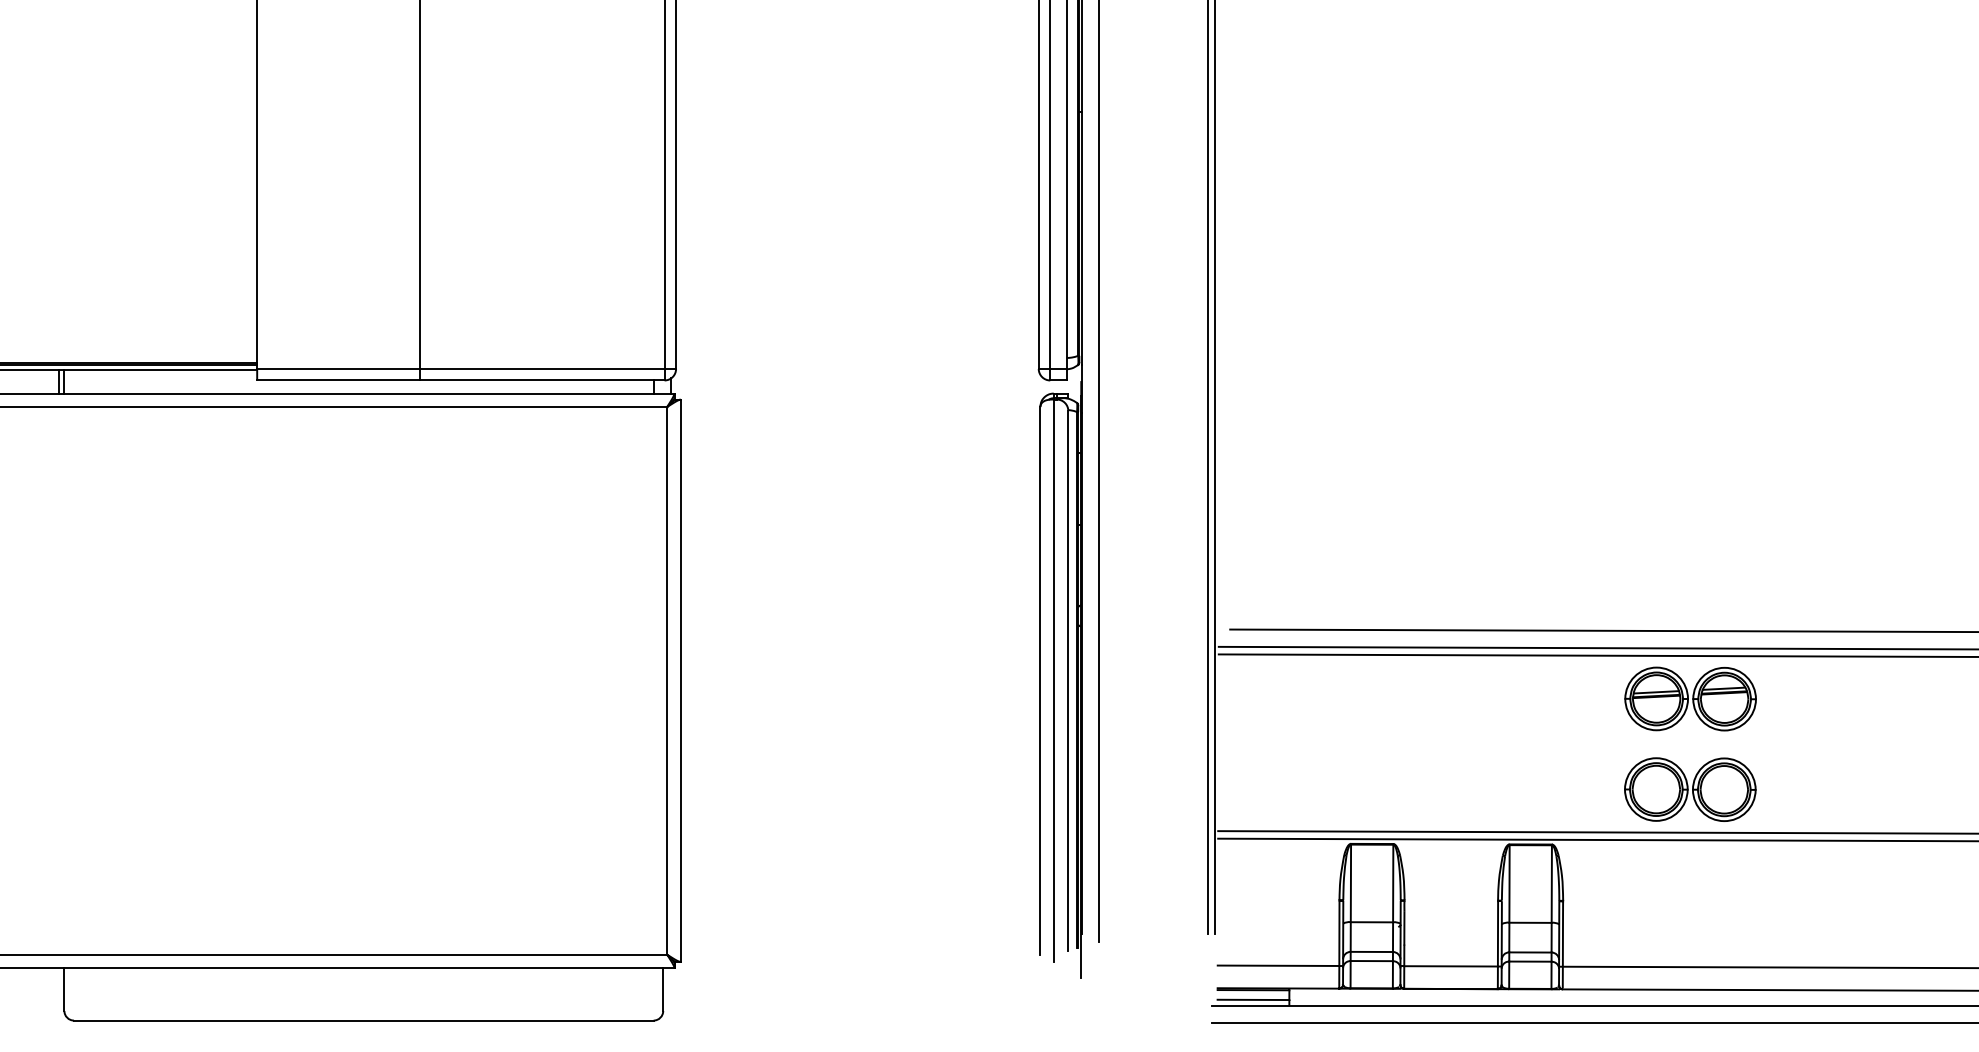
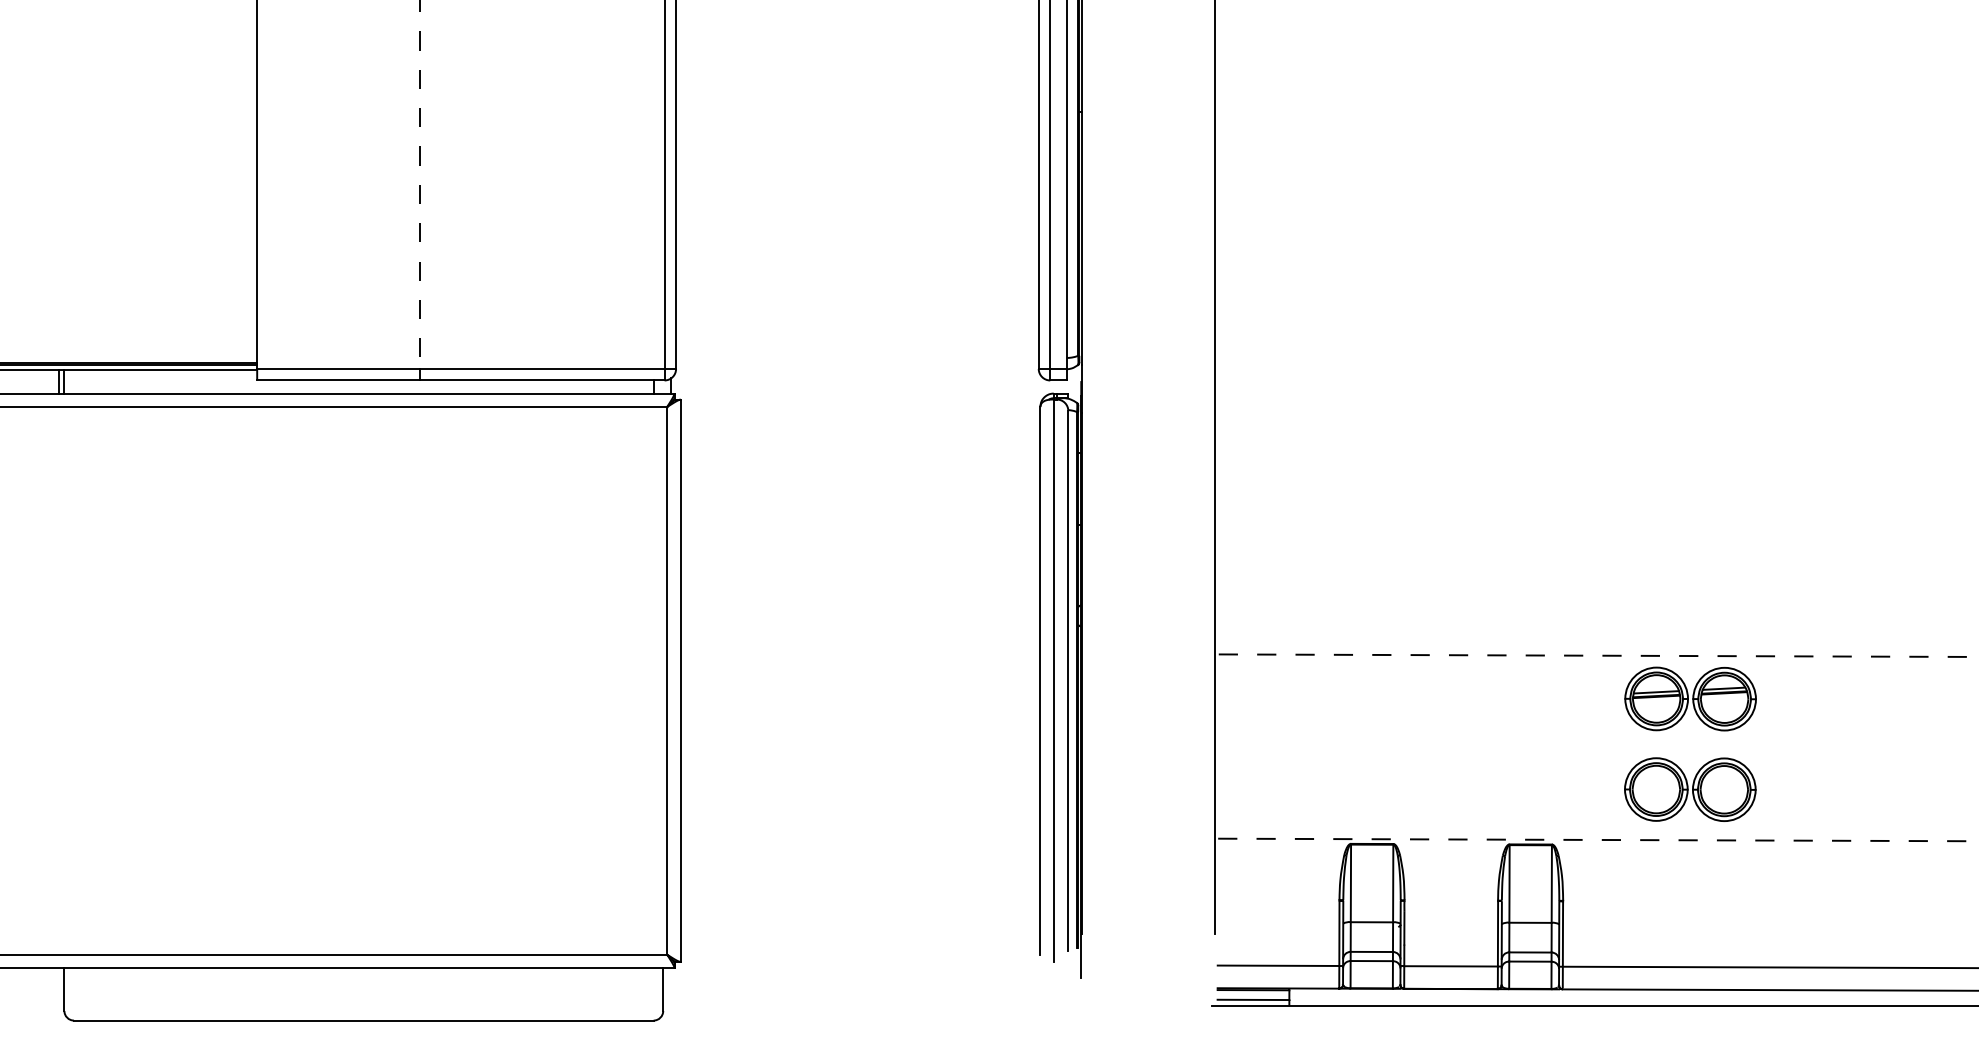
line at (420, 185): solid -> dashed
line at (1208, 467): present -> none
line at (1099, 472): present -> none
line at (1602, 630): present -> none
line at (1596, 647): present -> none
line at (1598, 655): solid -> dashed
line at (1596, 832): present -> none
line at (1598, 839): solid -> dashed
line at (1593, 1023): present -> none
